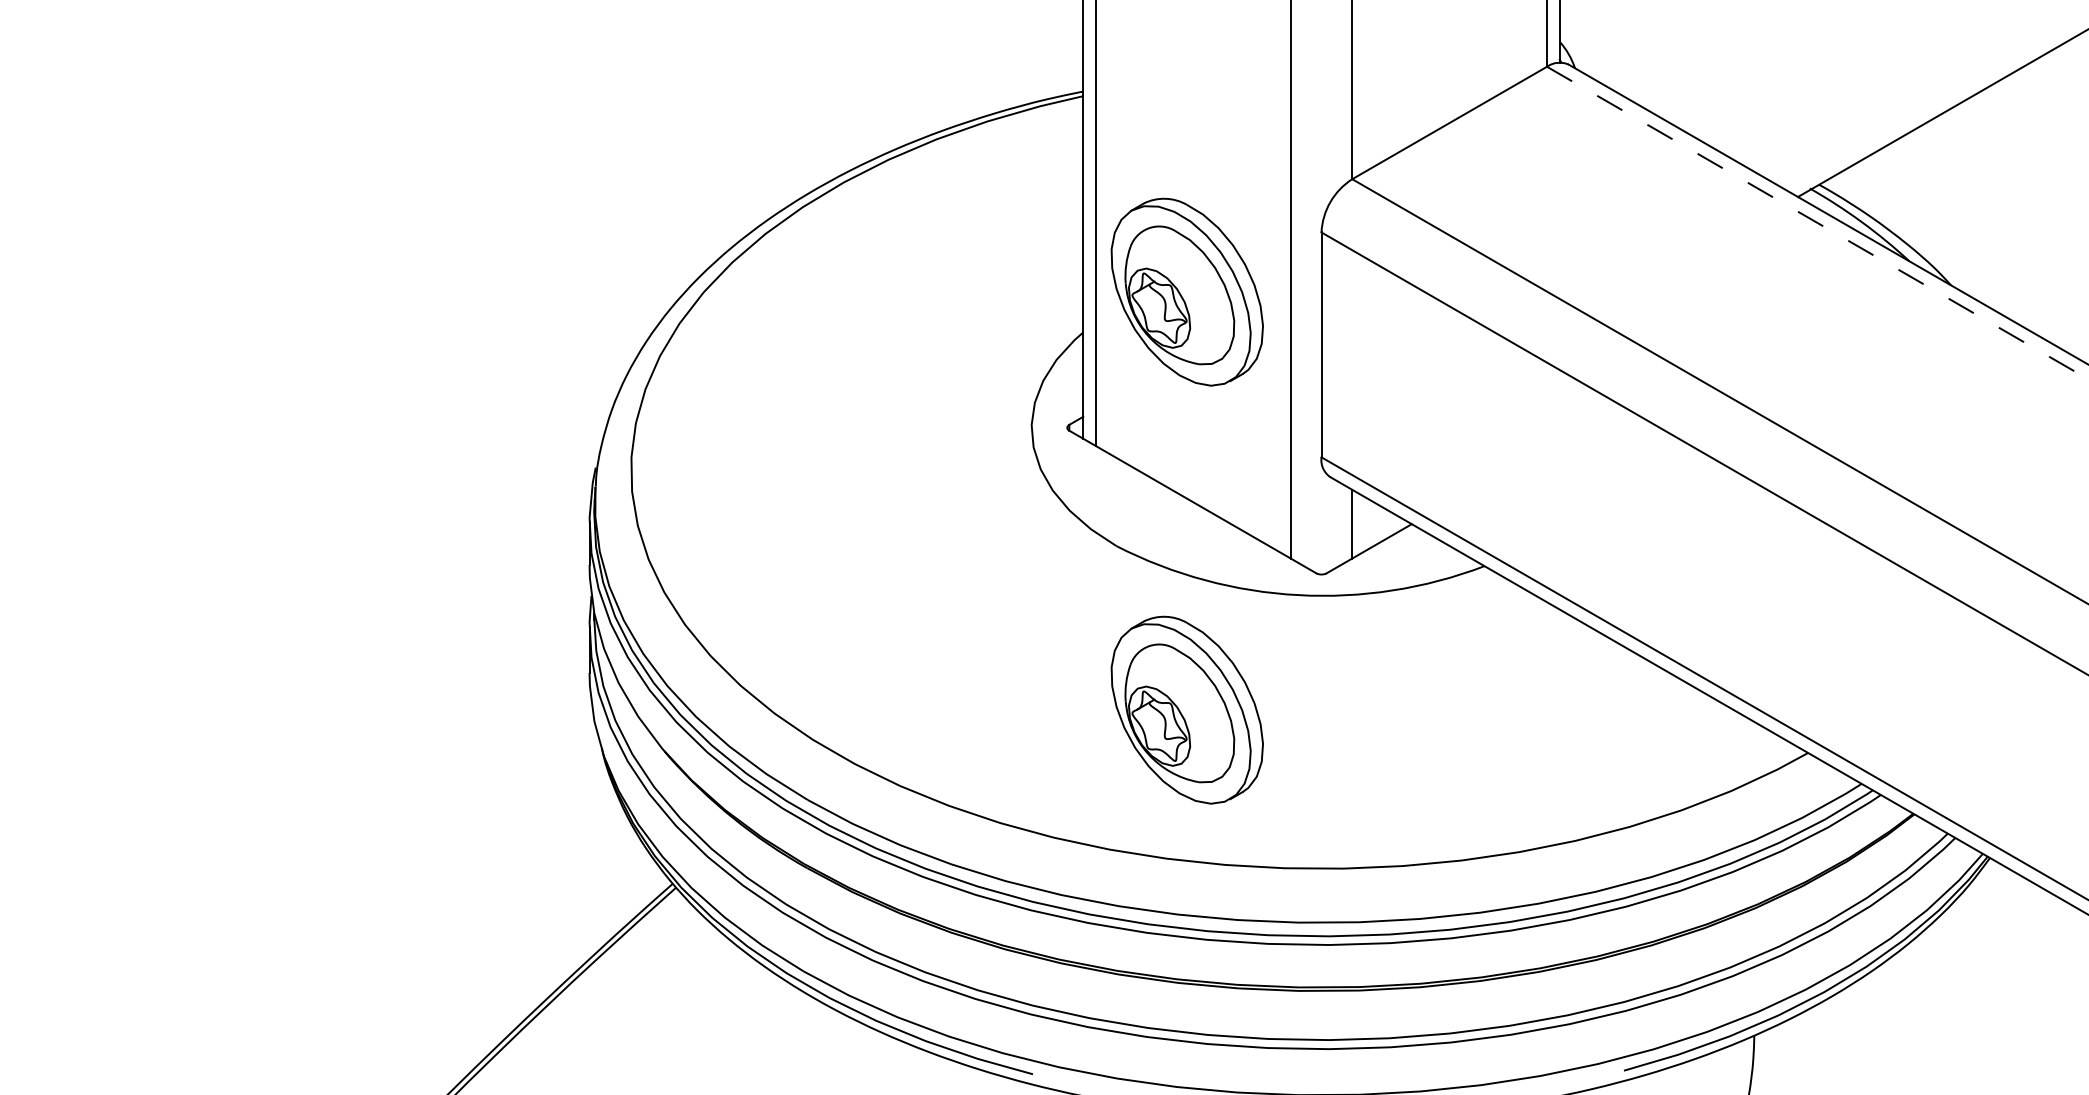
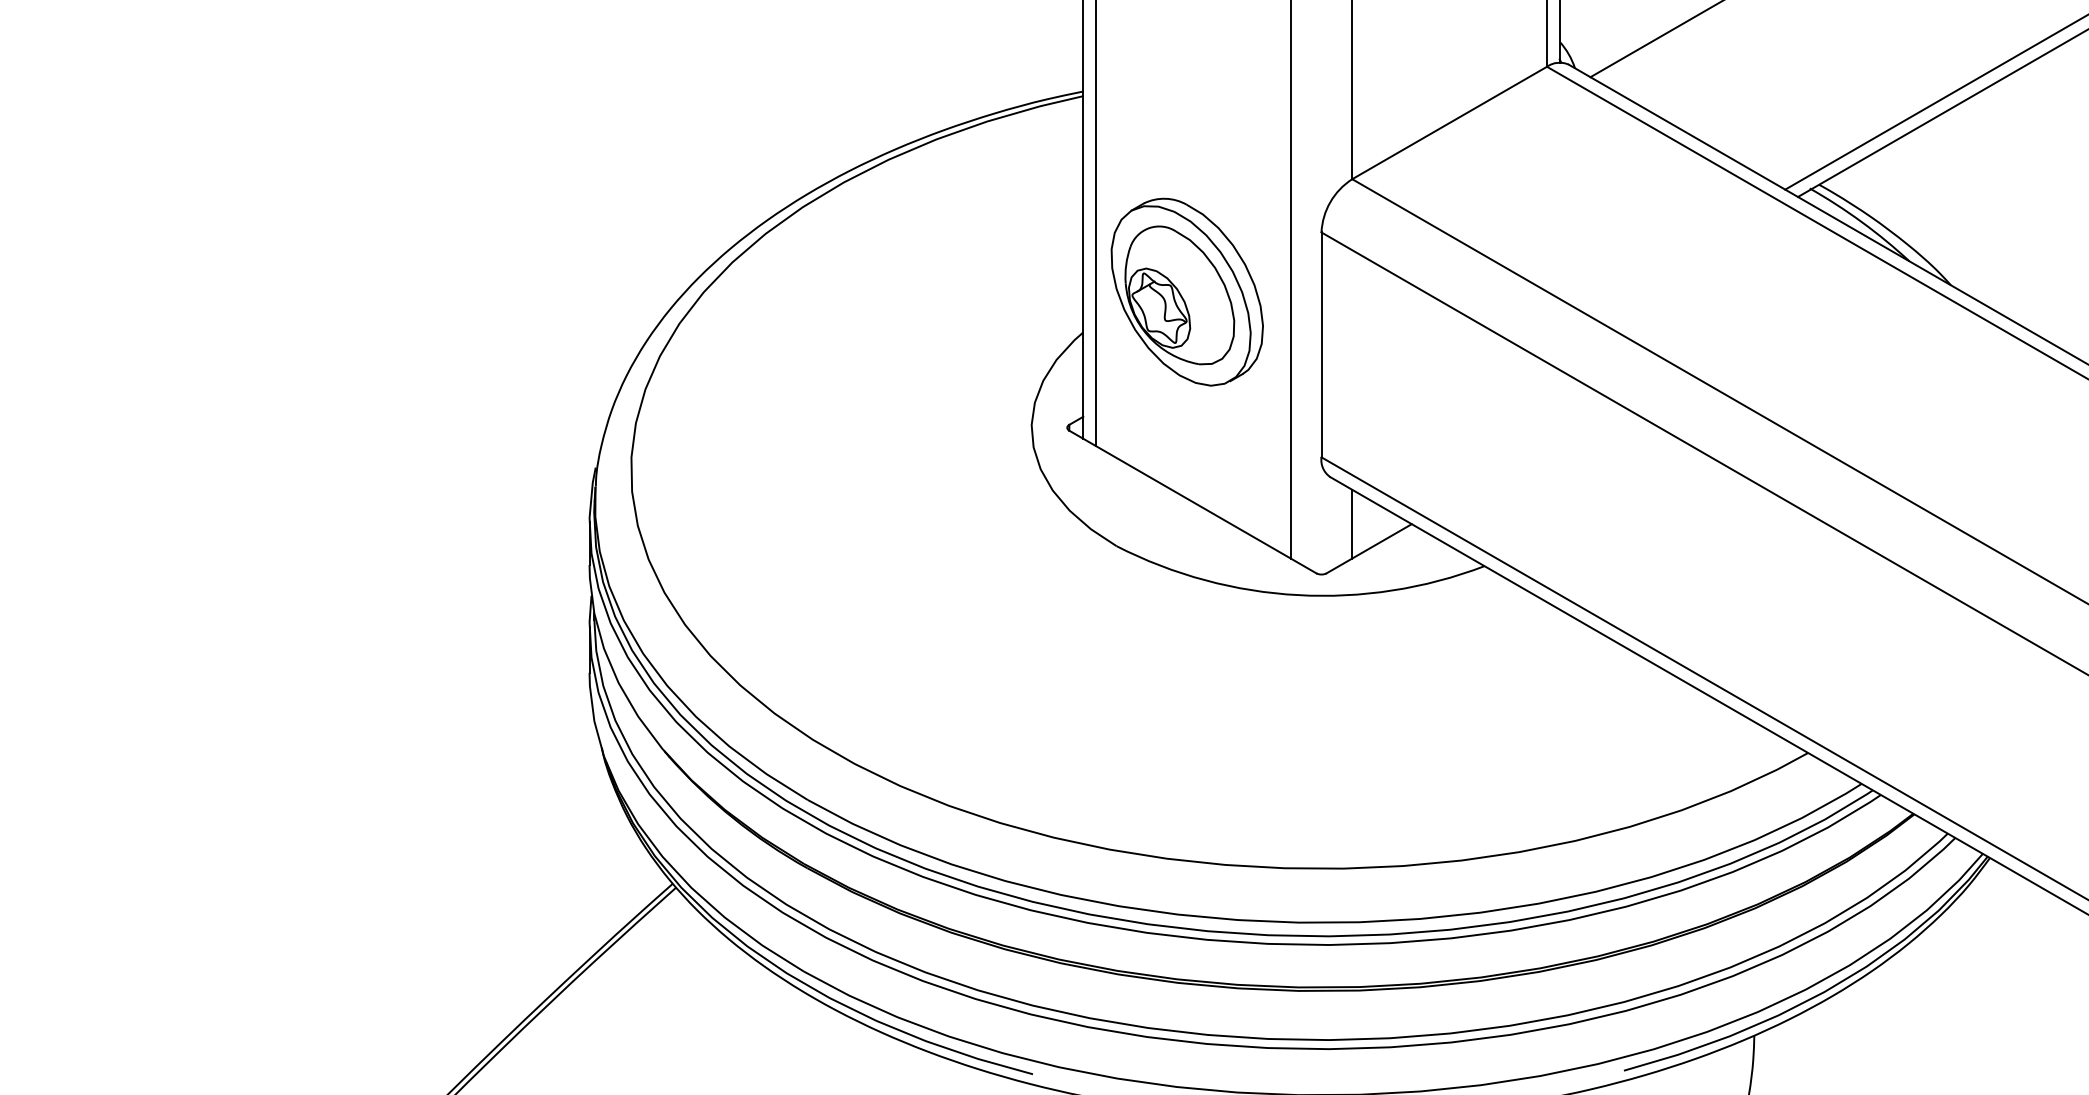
line at (1655, 39): none -> present
line at (1935, 102): none -> present
line at (1818, 223): dashed -> solid
part at (1186, 709): present -> none
